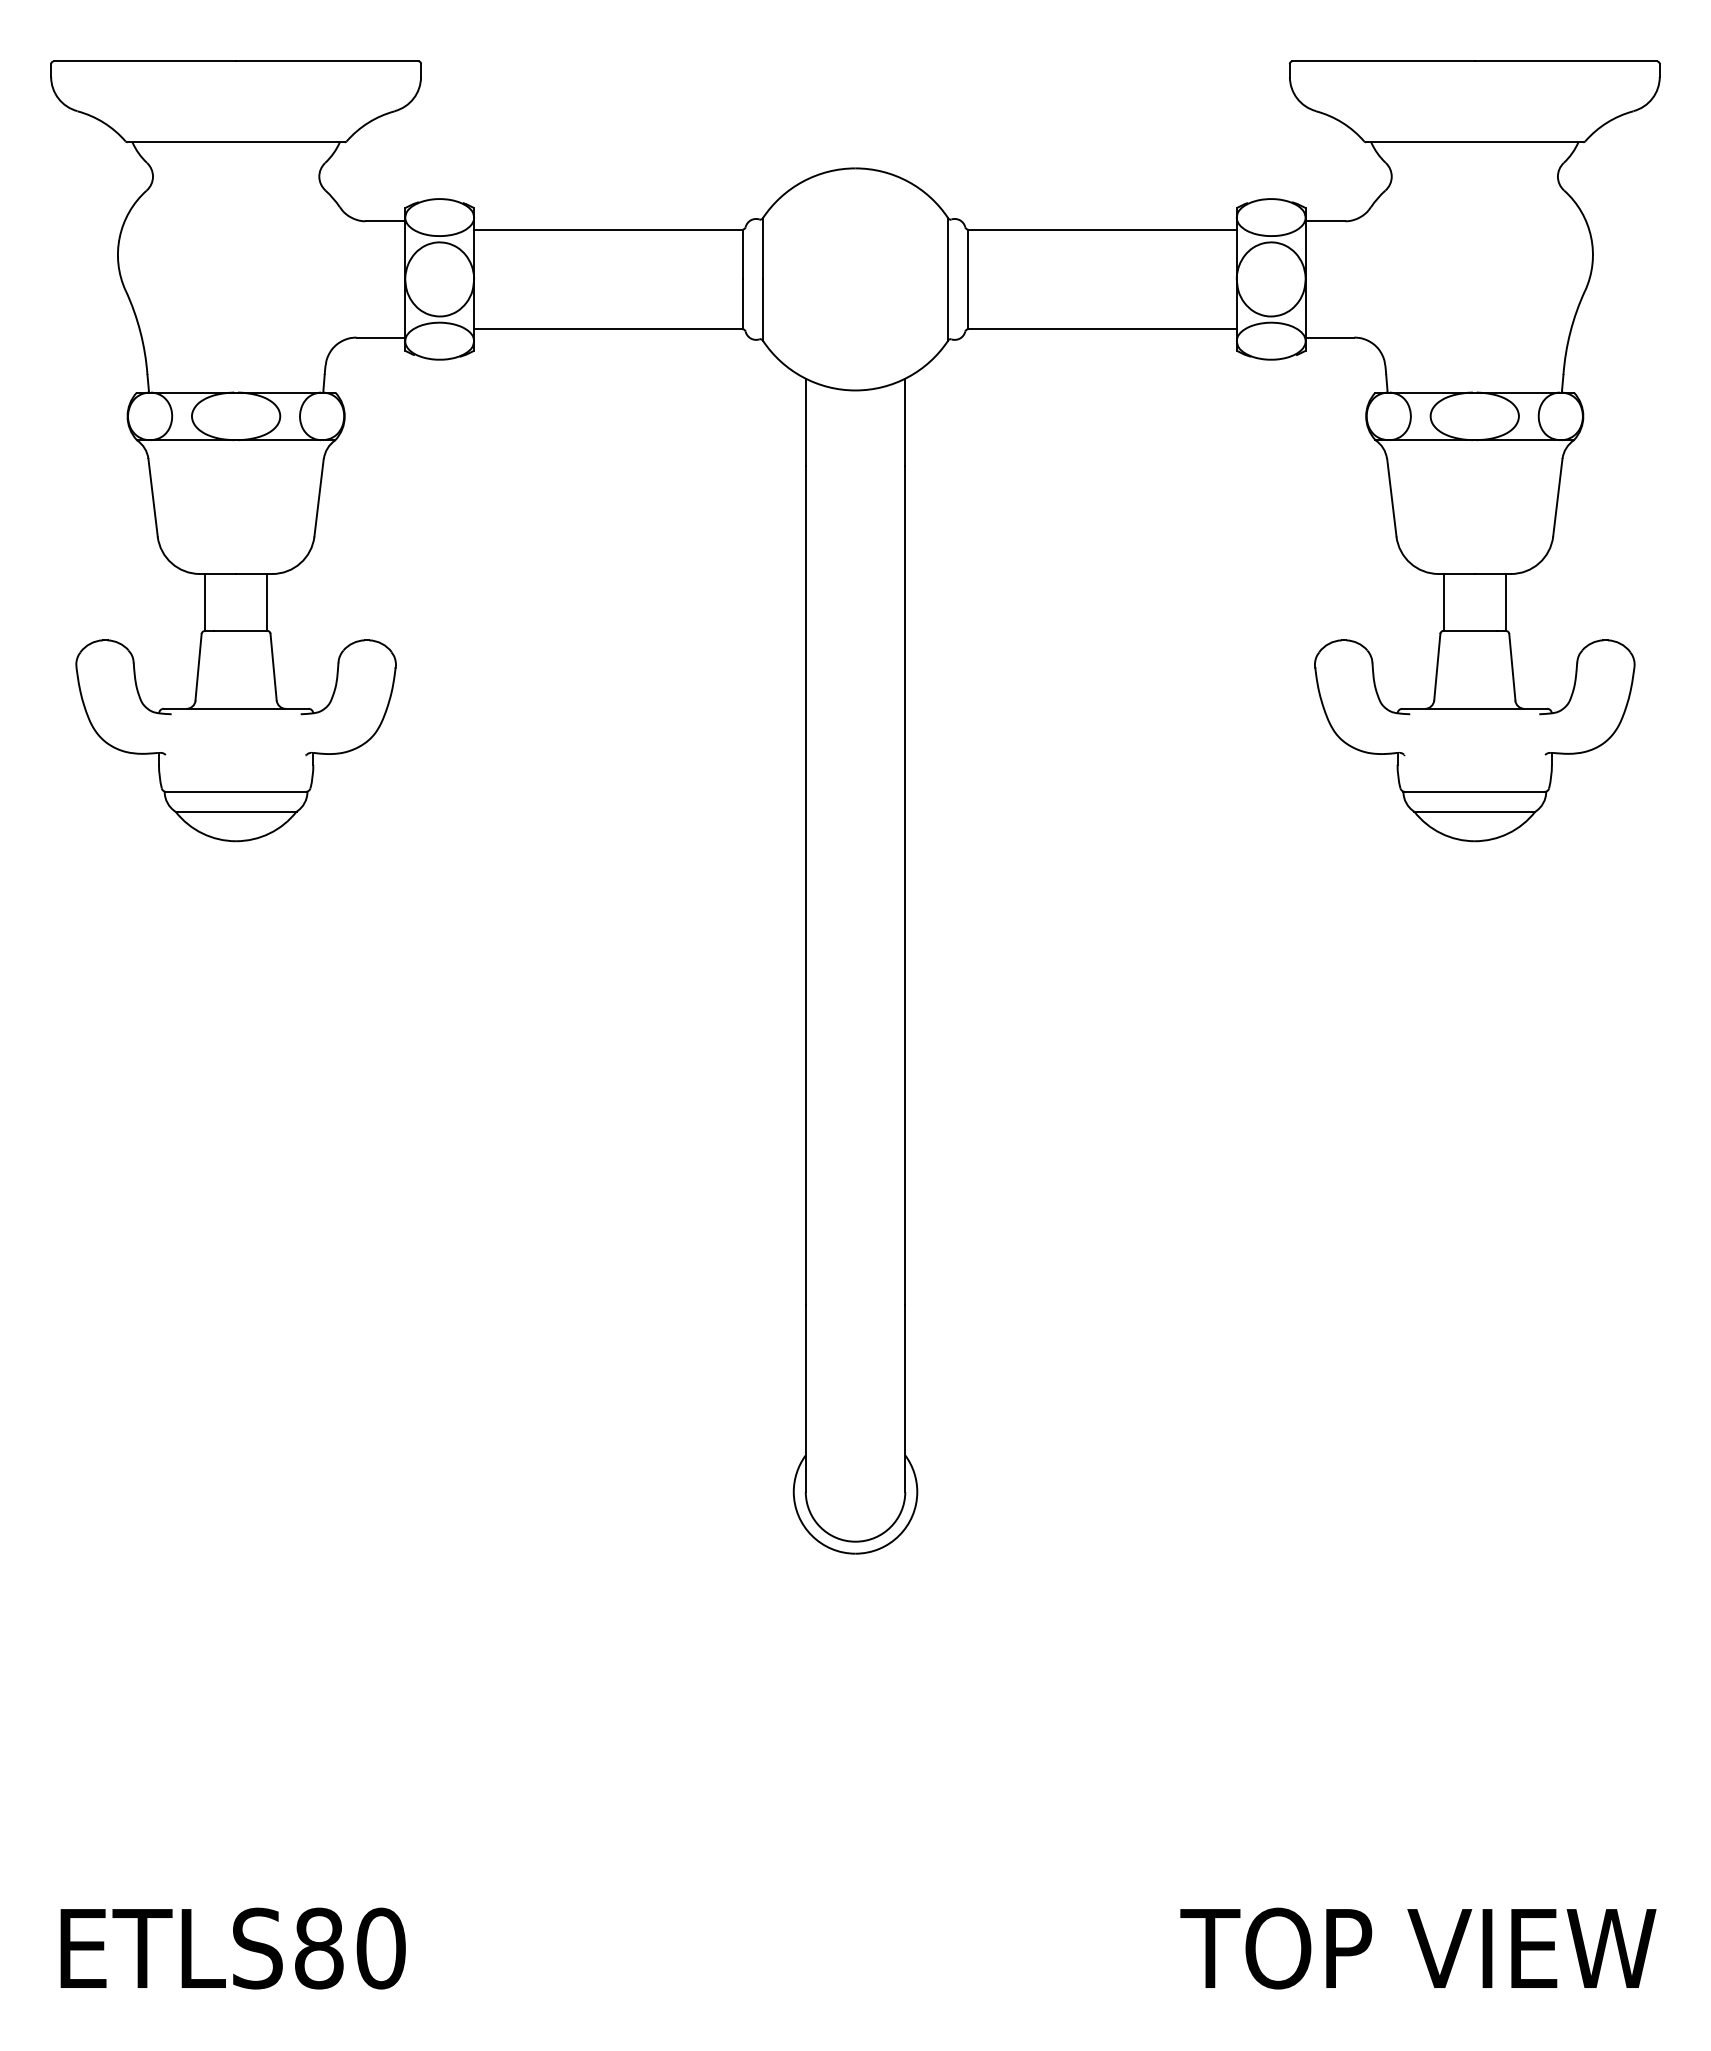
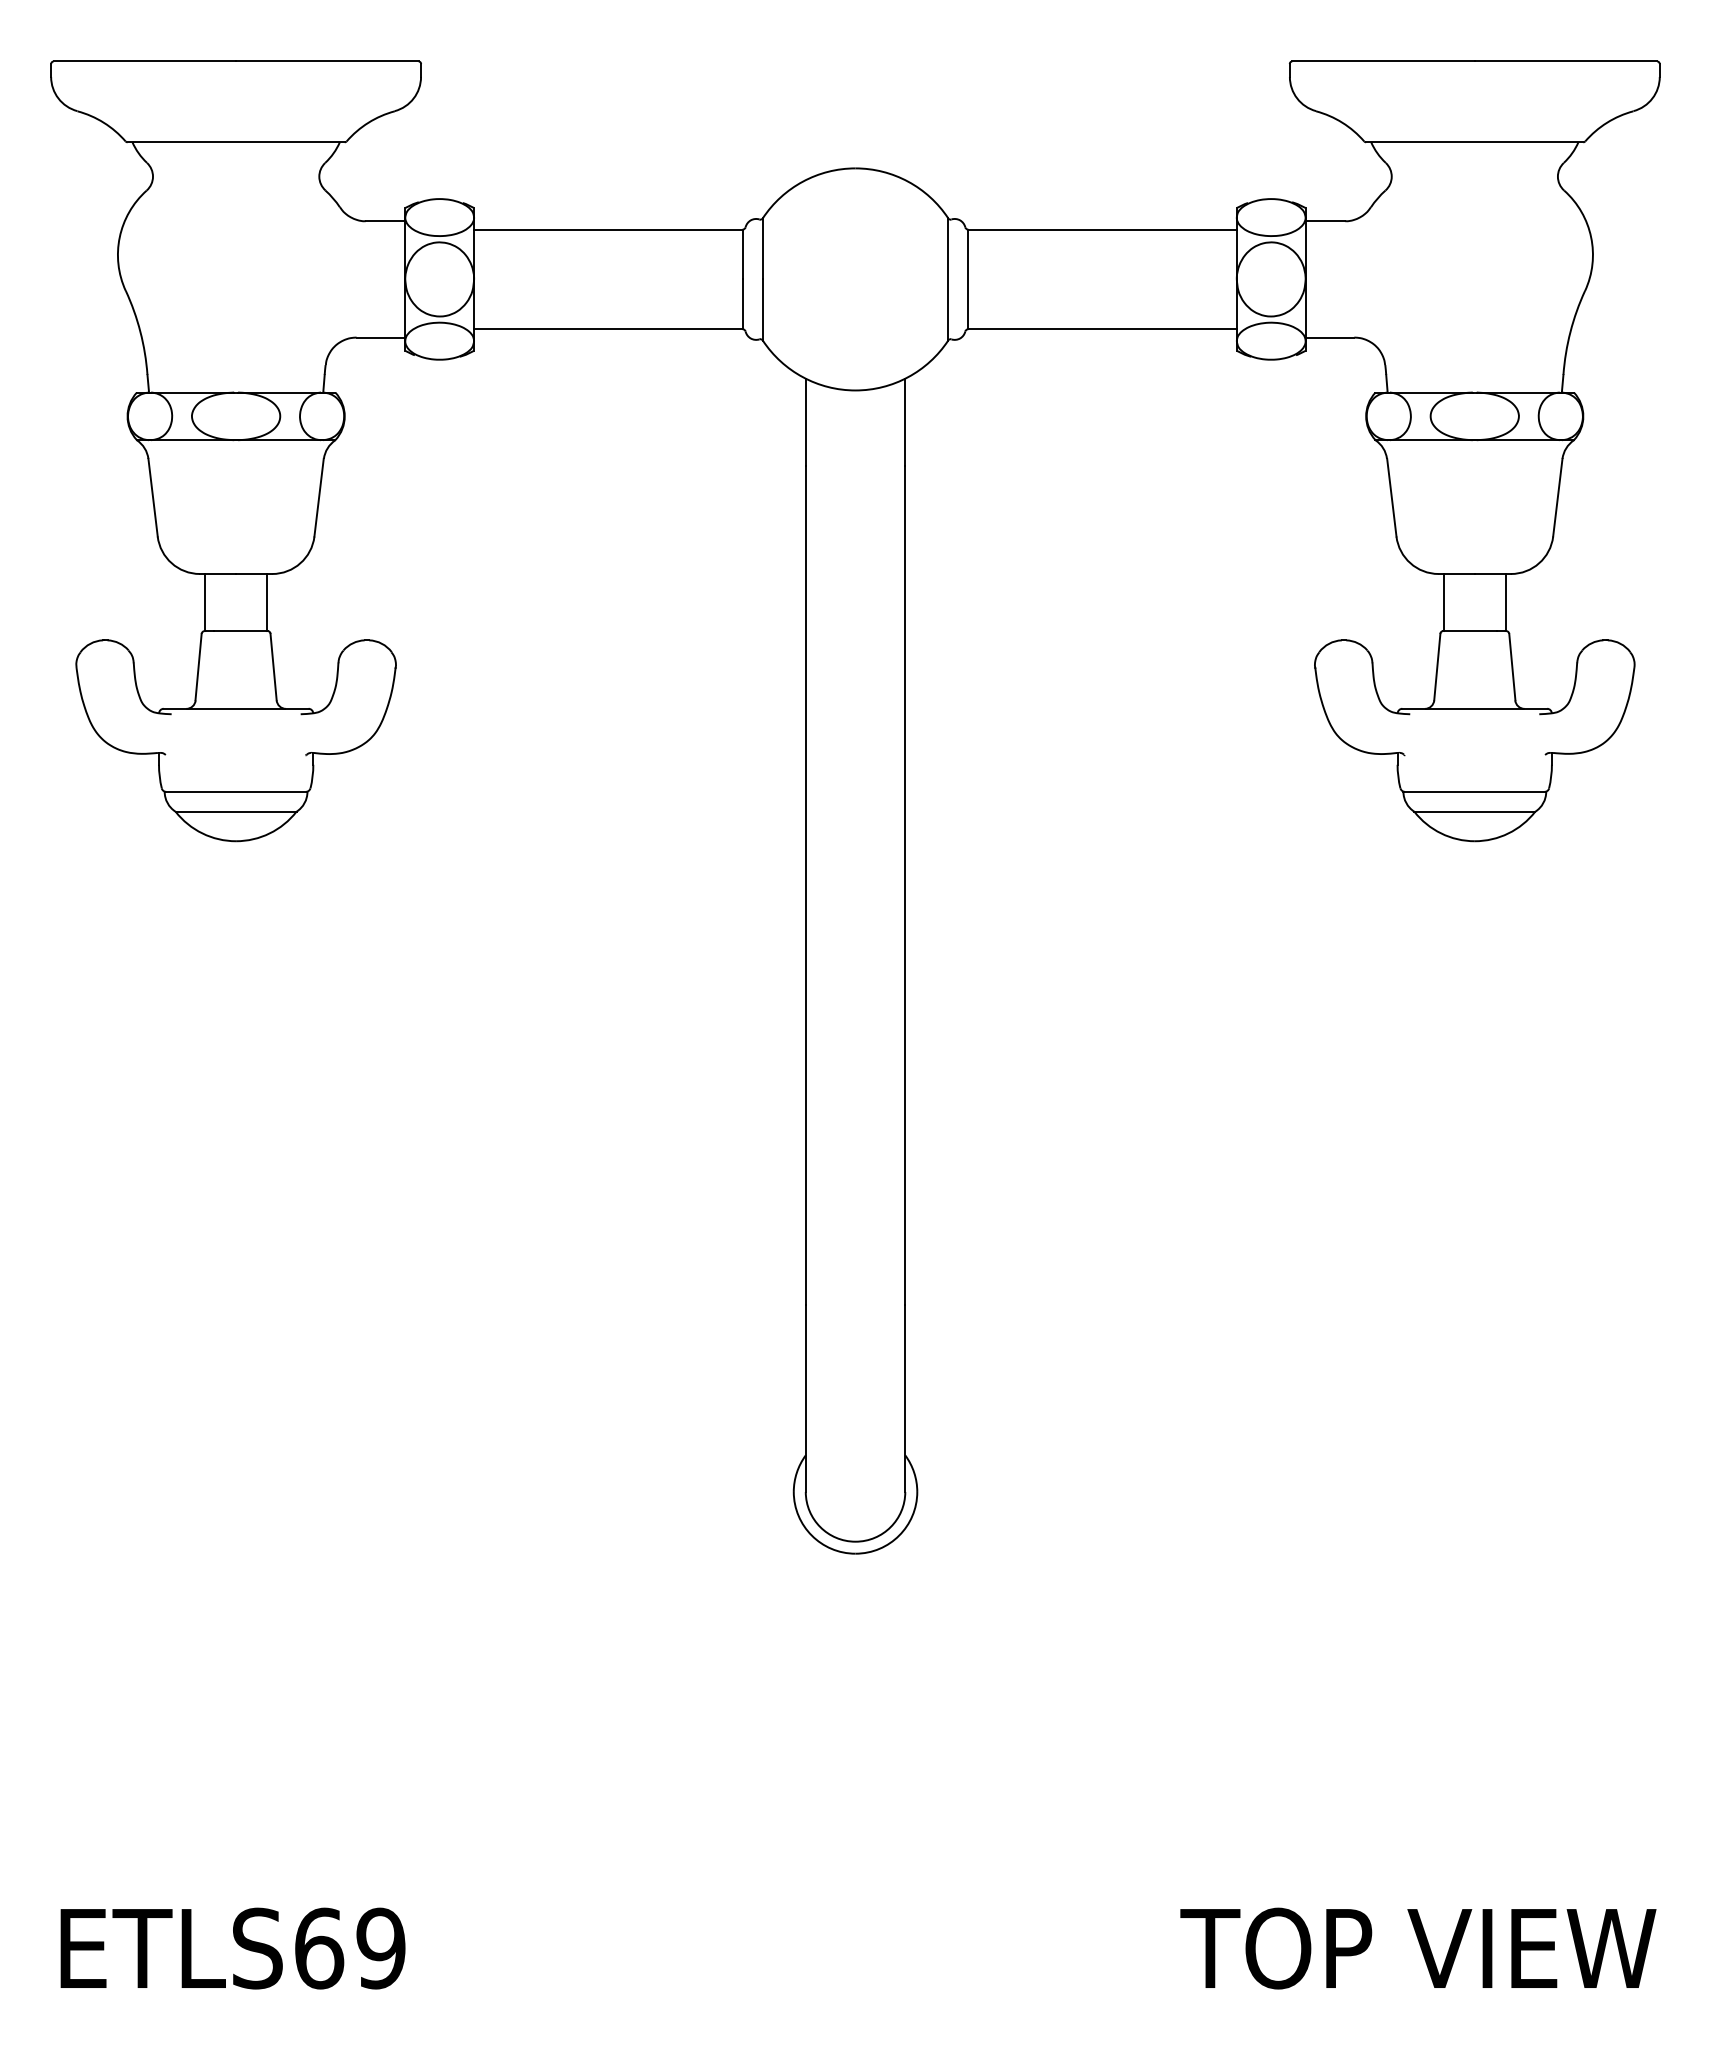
text at (350, 1948): ETLS80 -> ETLS69
